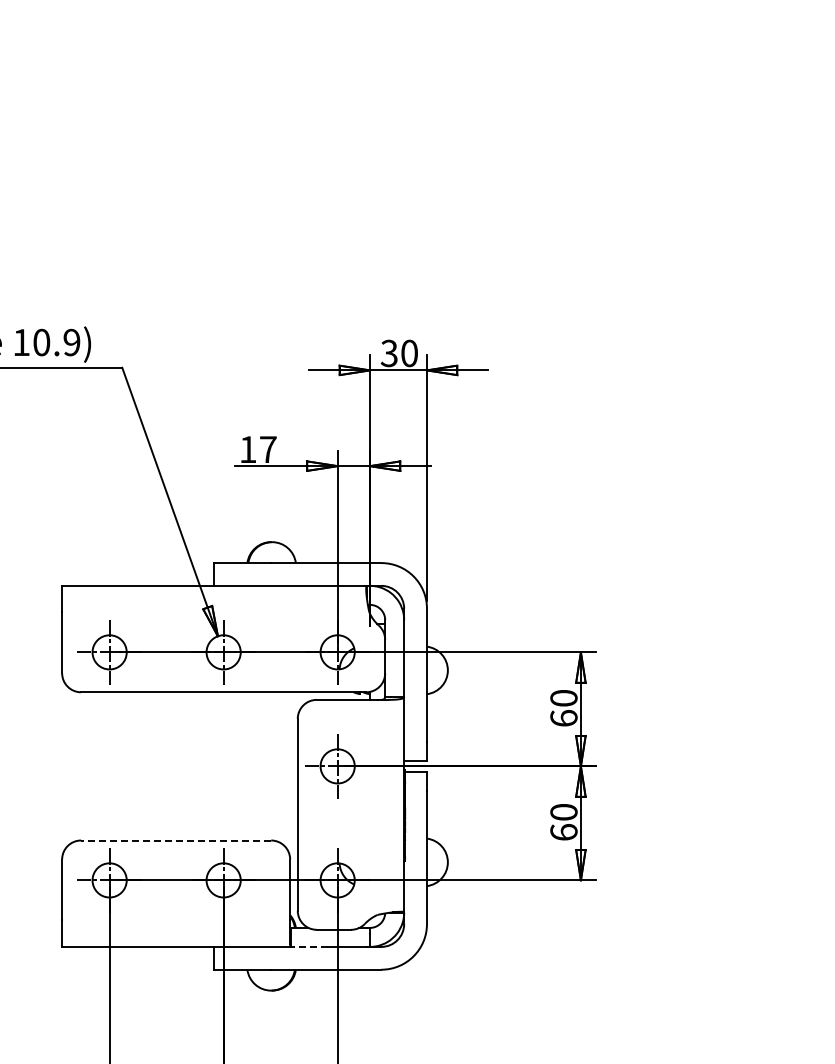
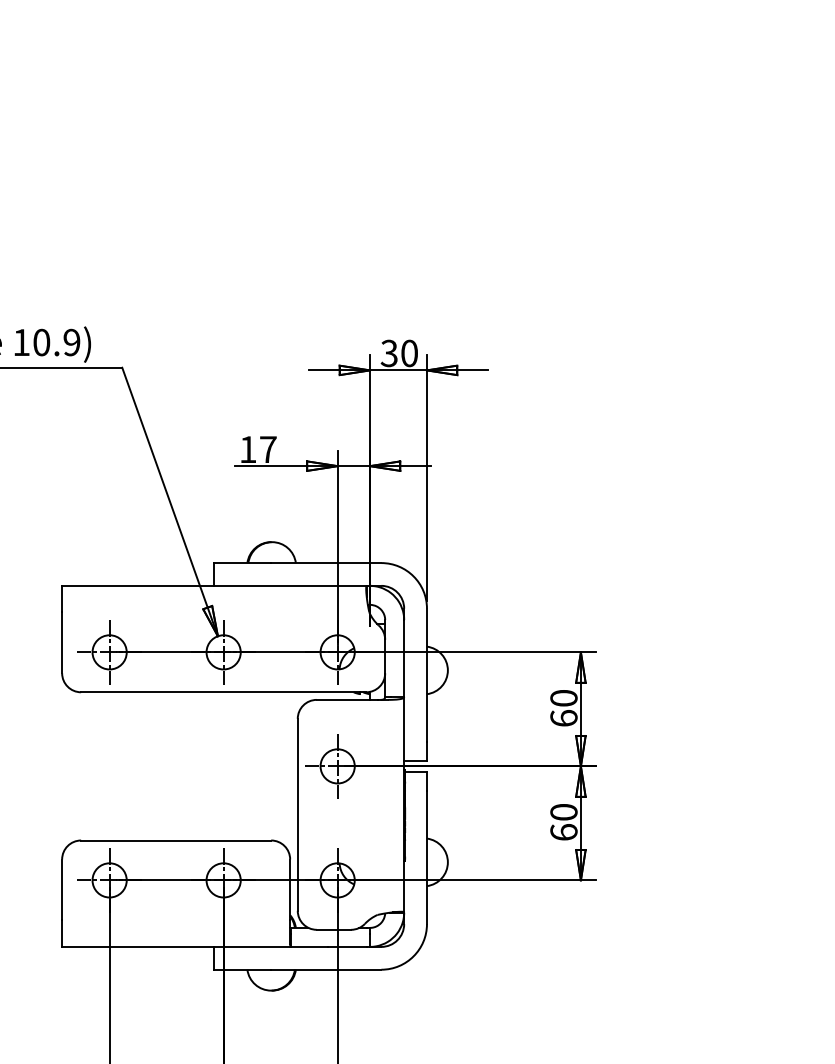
line at (175, 840): dashed -> solid
line at (309, 946): dashed -> solid
